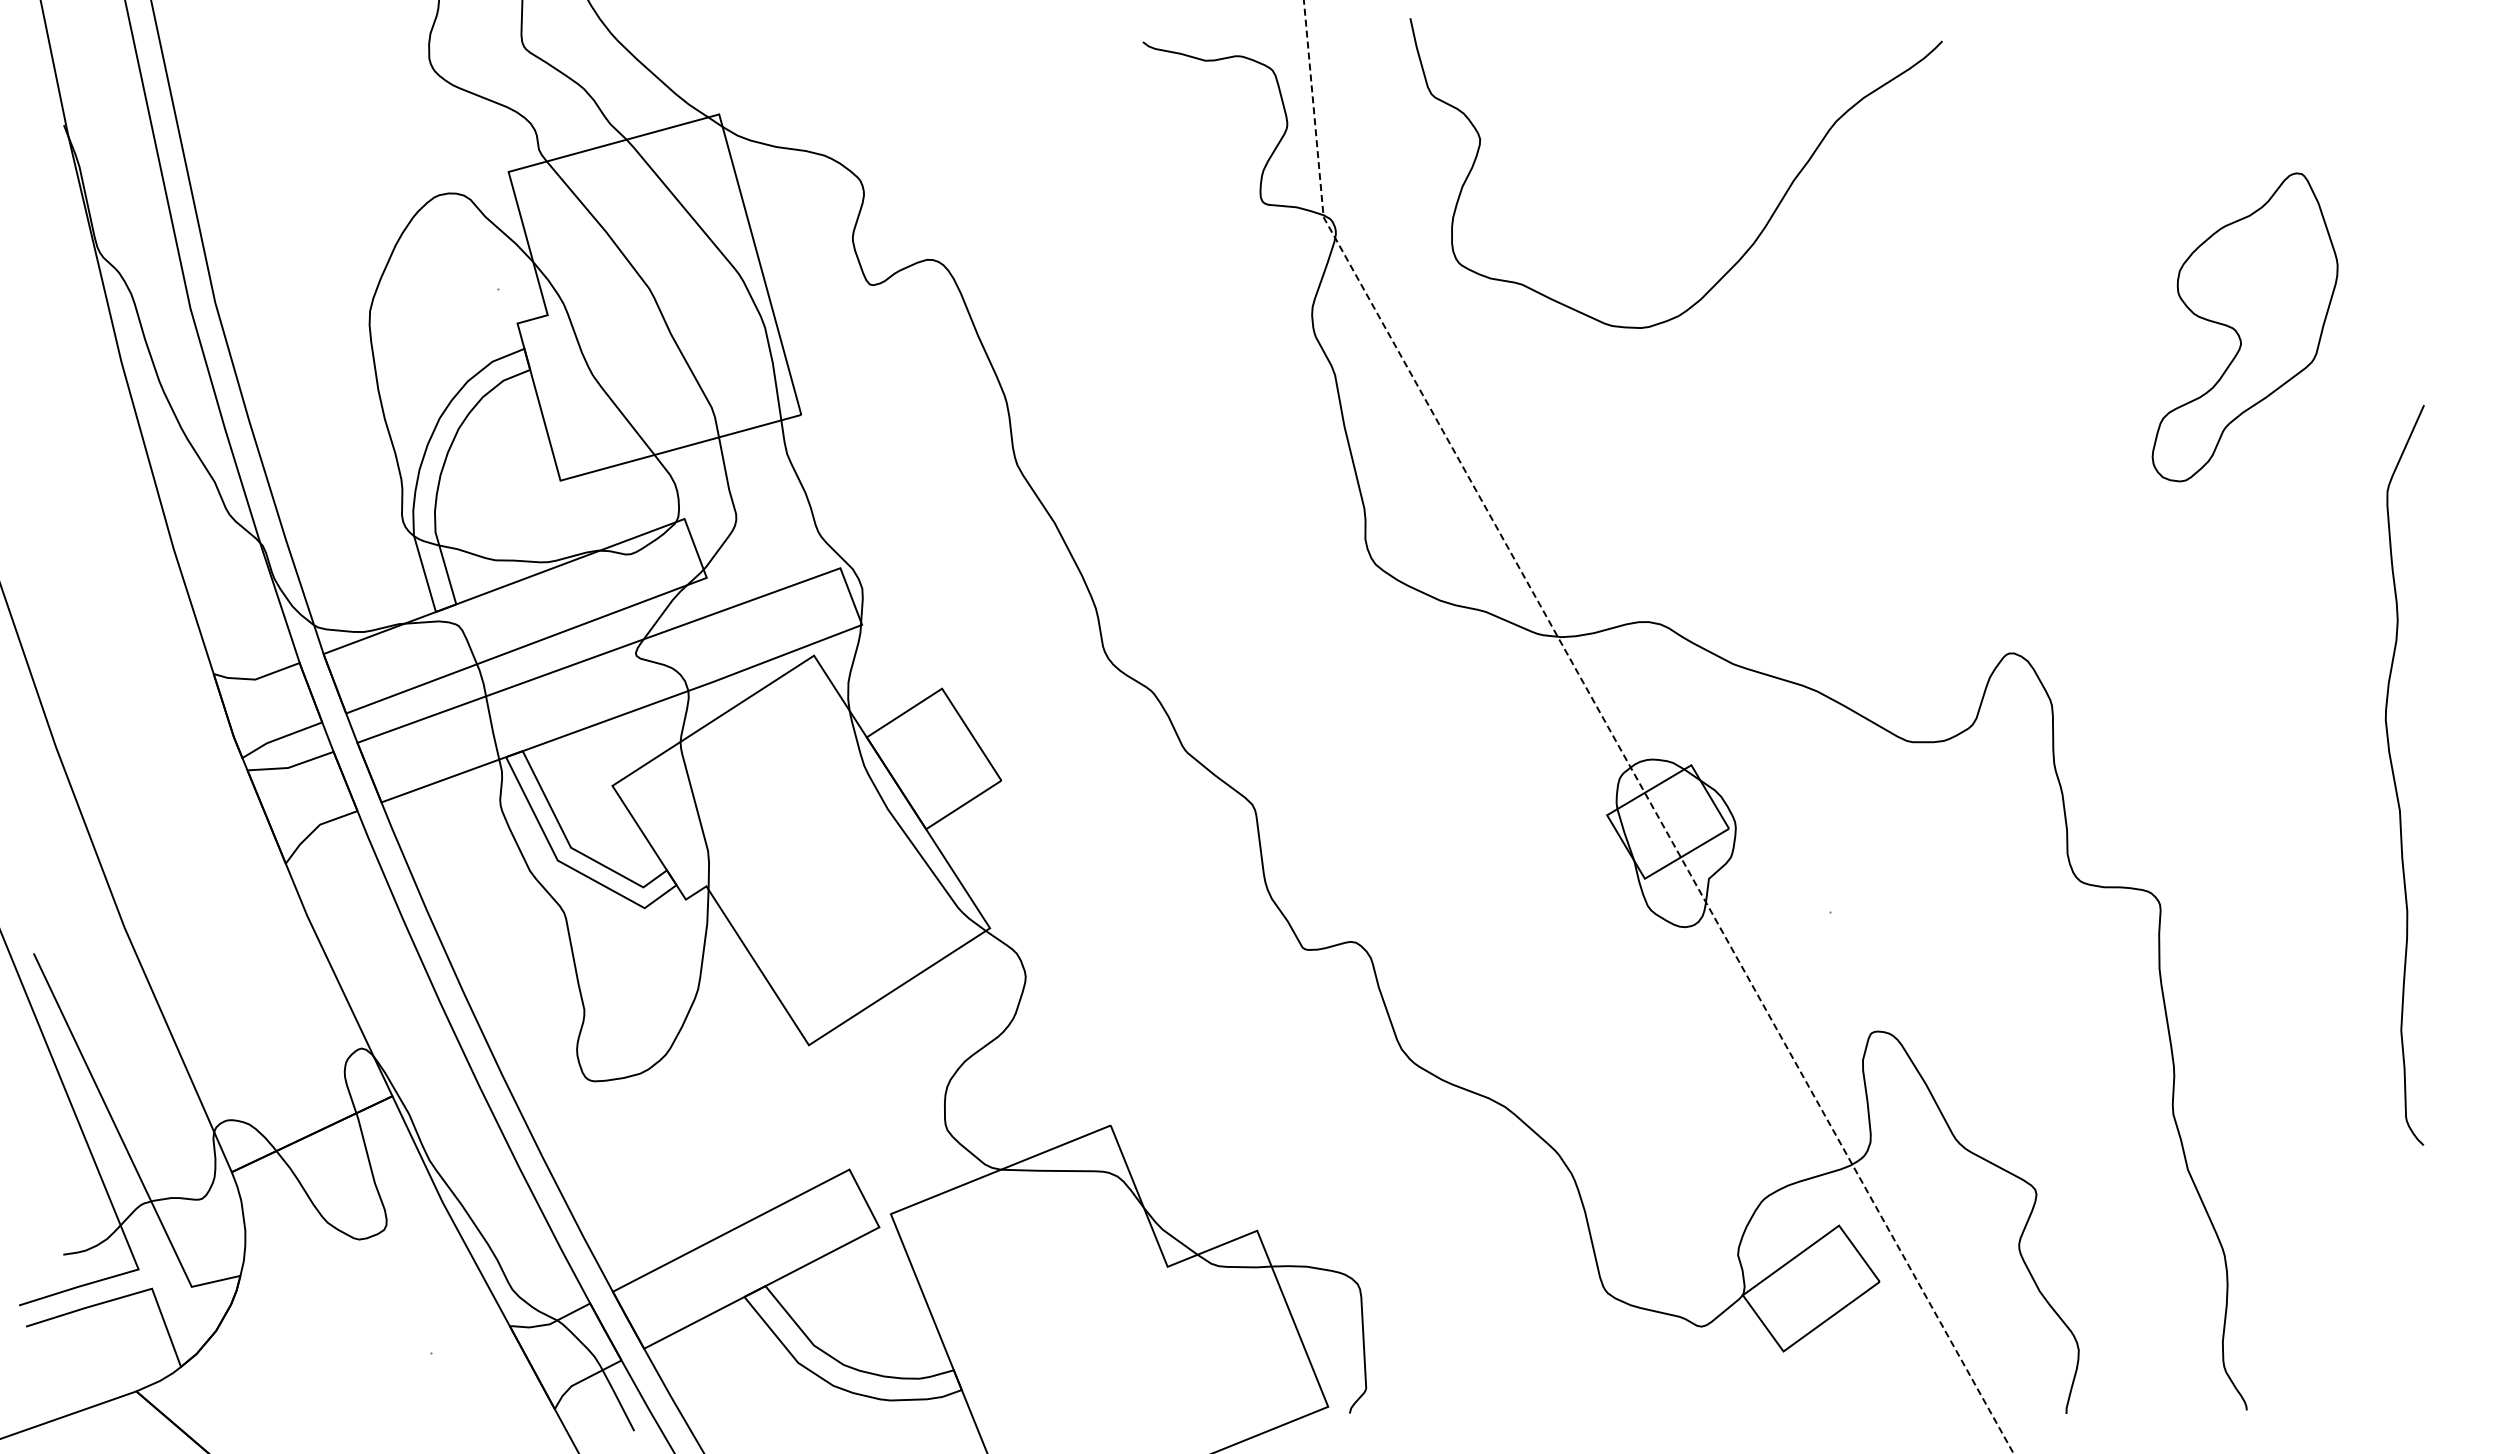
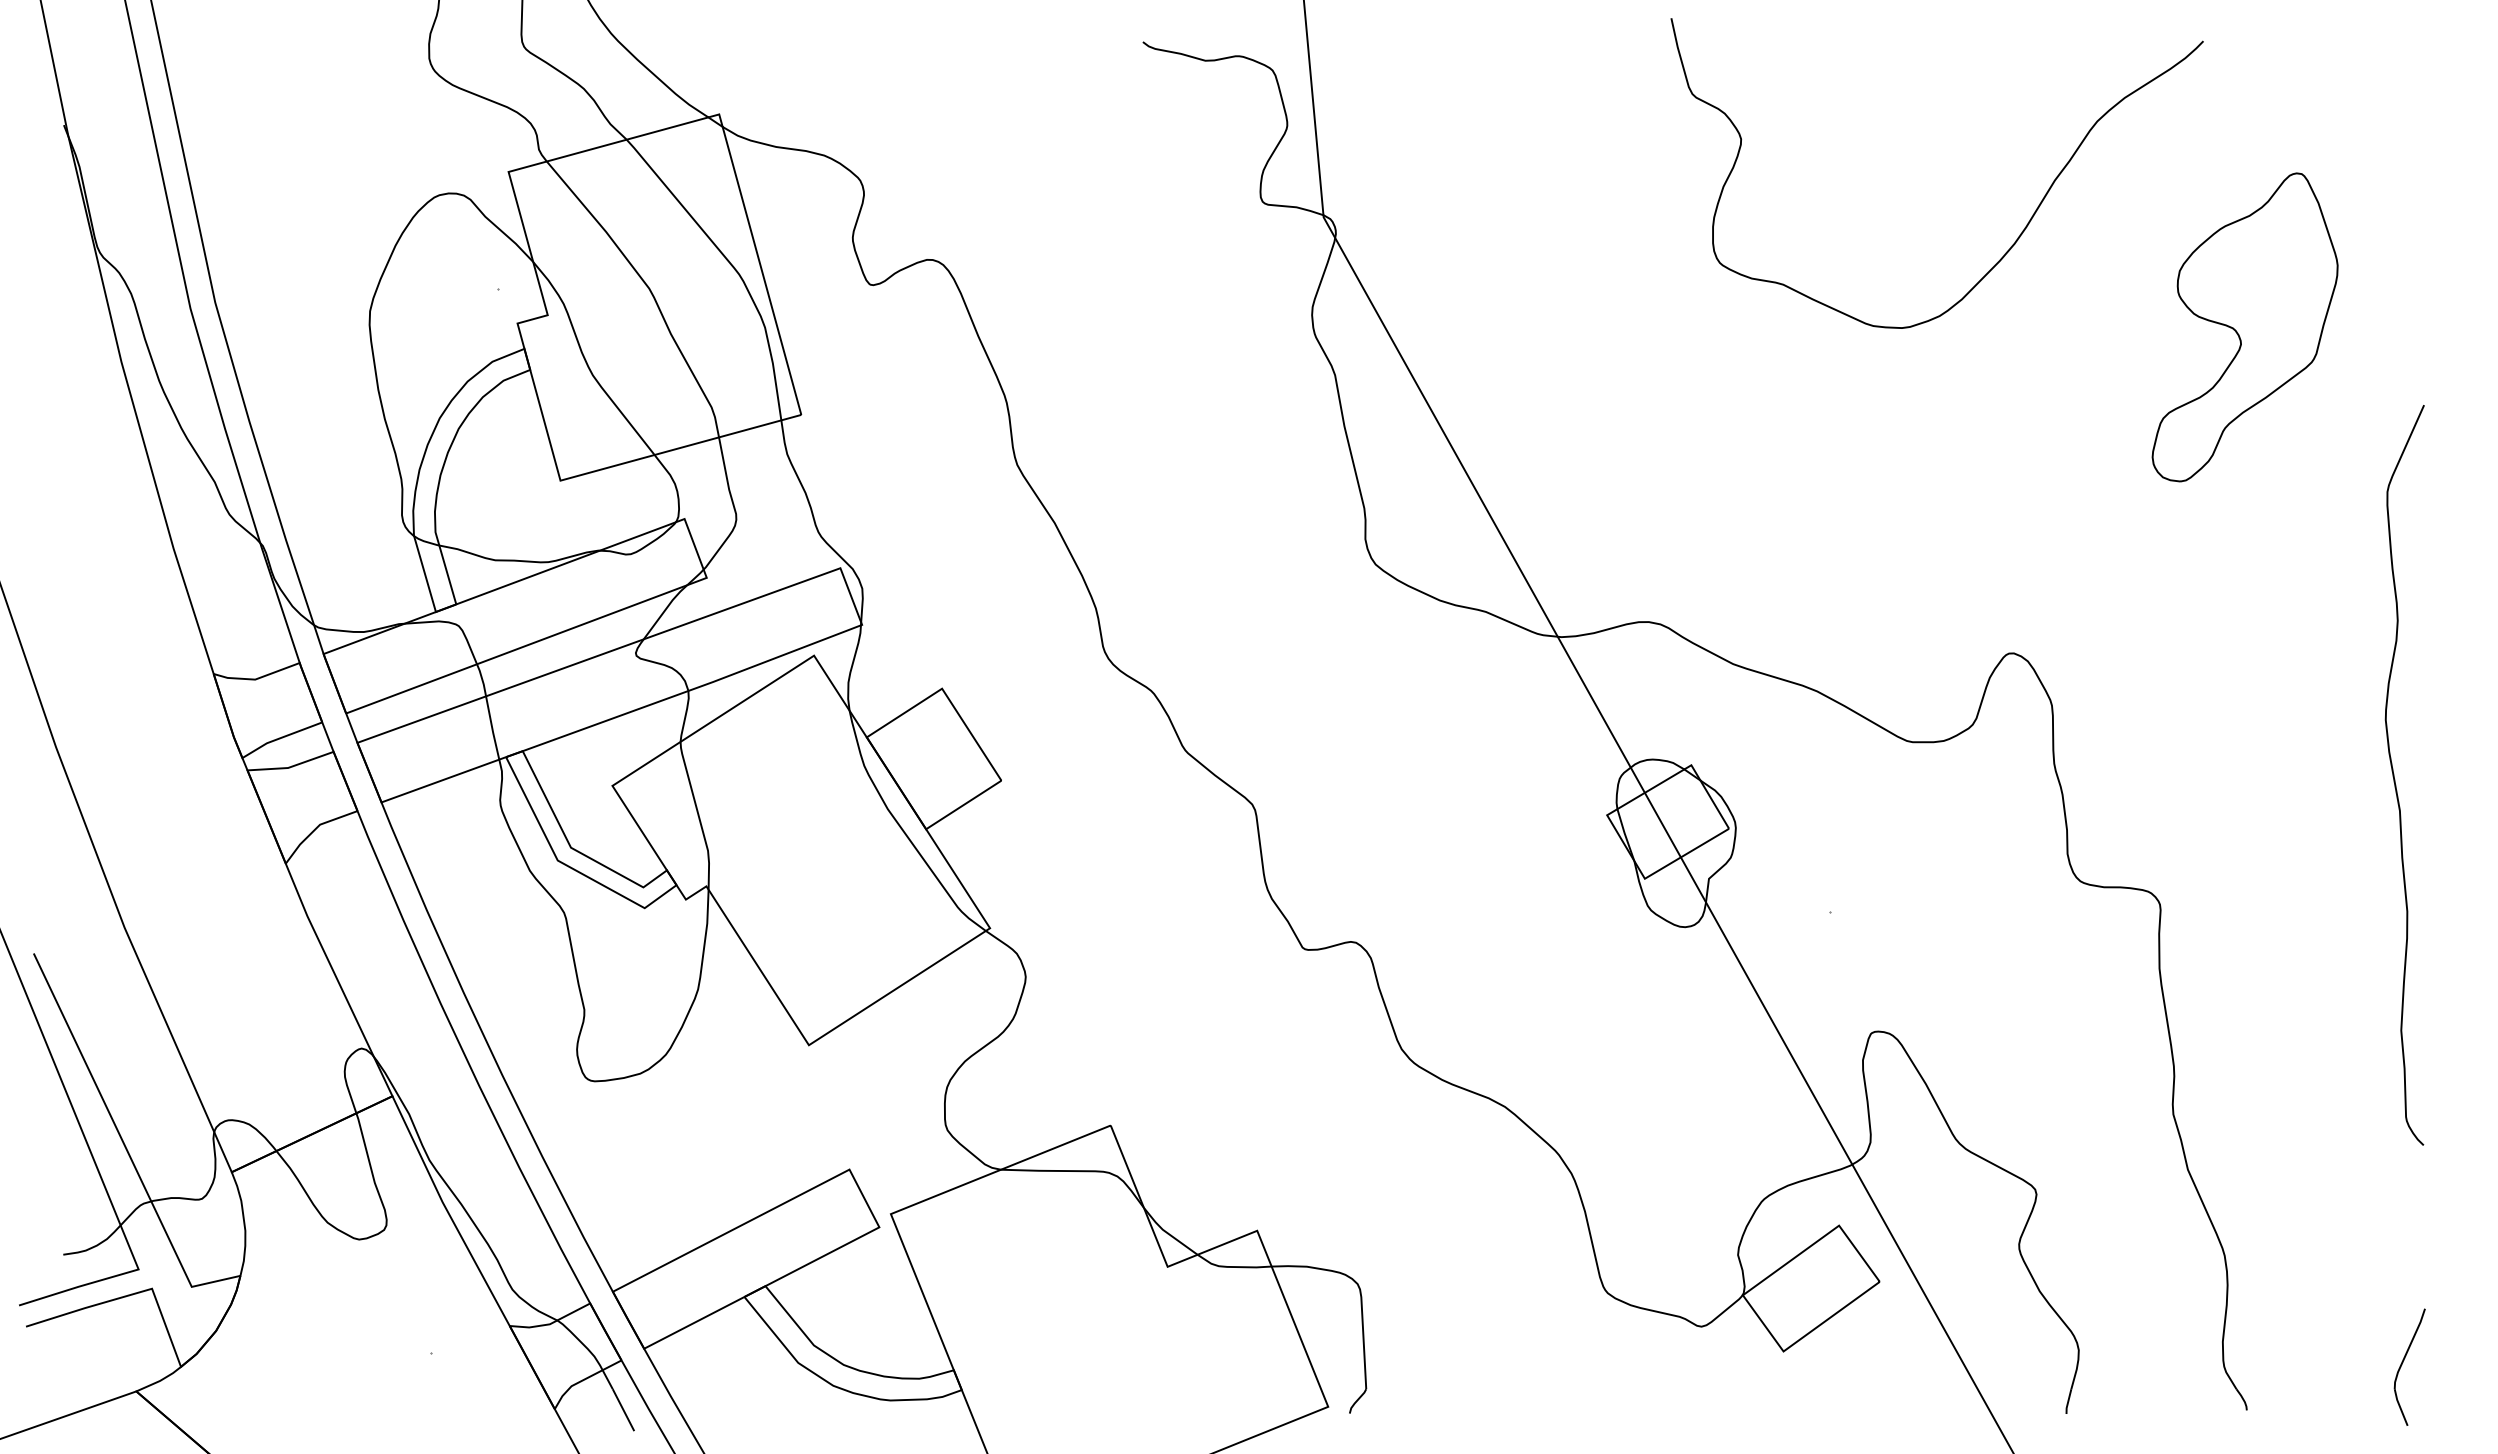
curve at (1761, 230) position: (1761, 230) -> (2022, 230)
line at (1615, 739): dashed -> solid
part at (2402, 1365): none -> present
